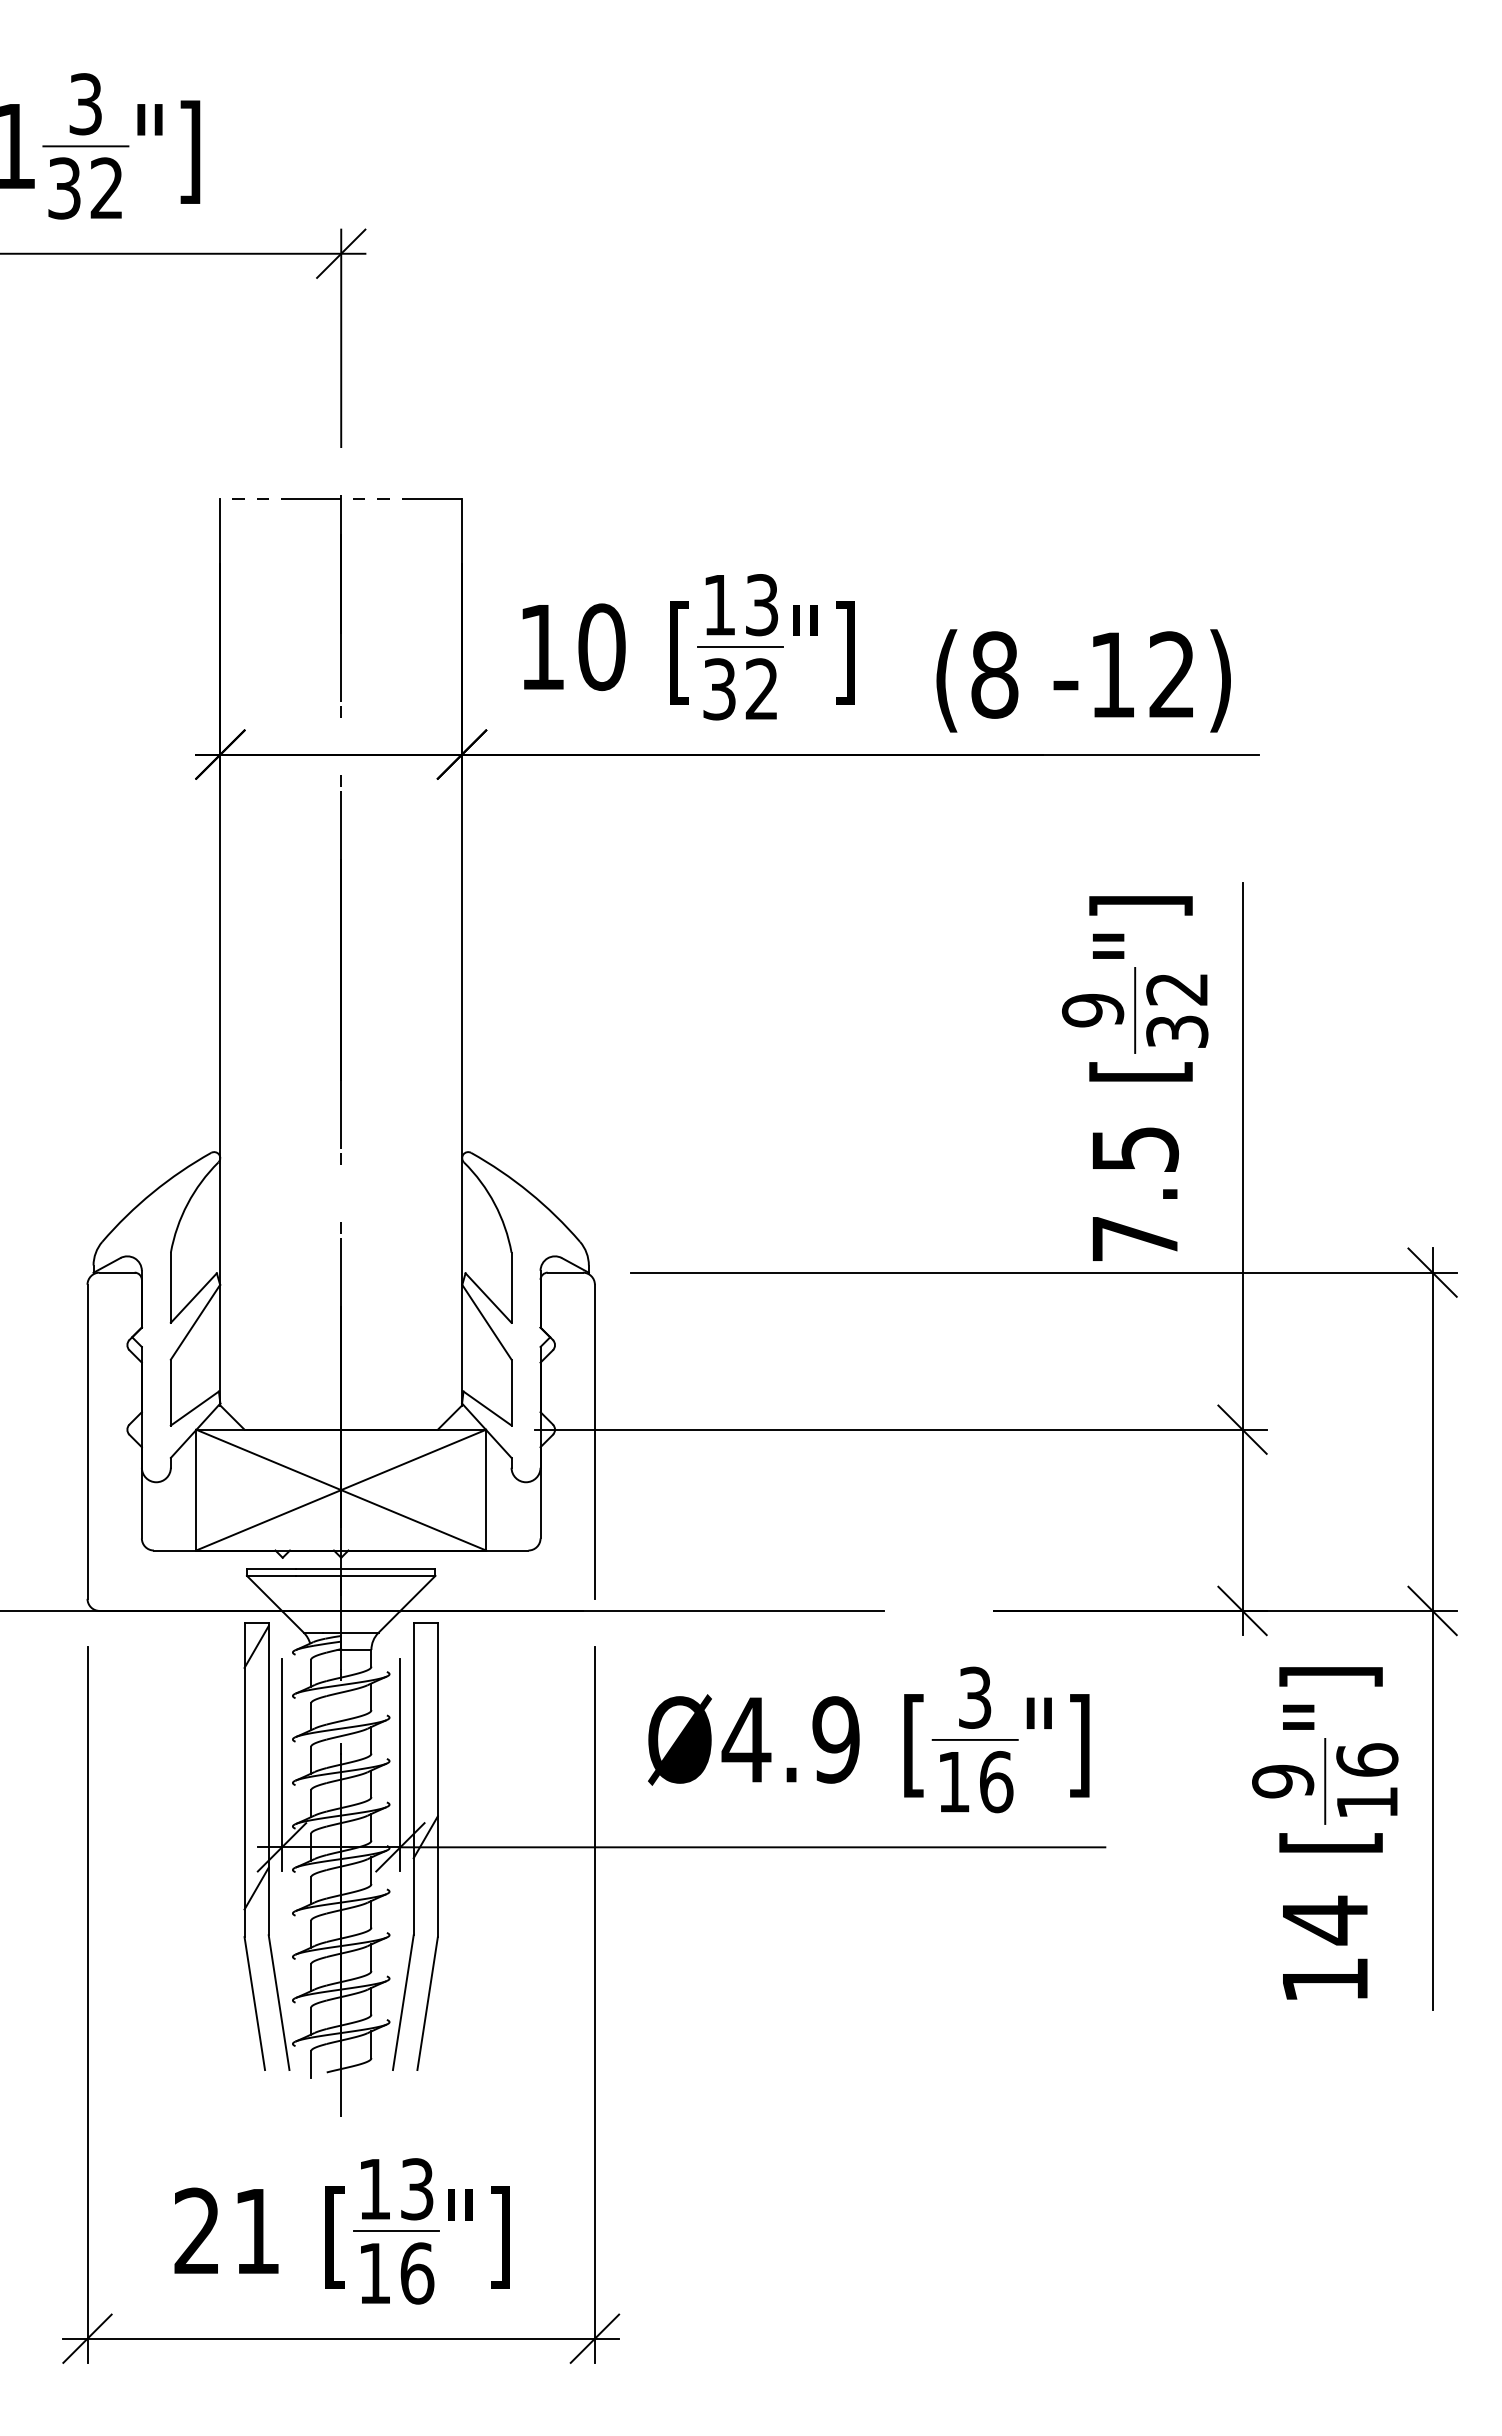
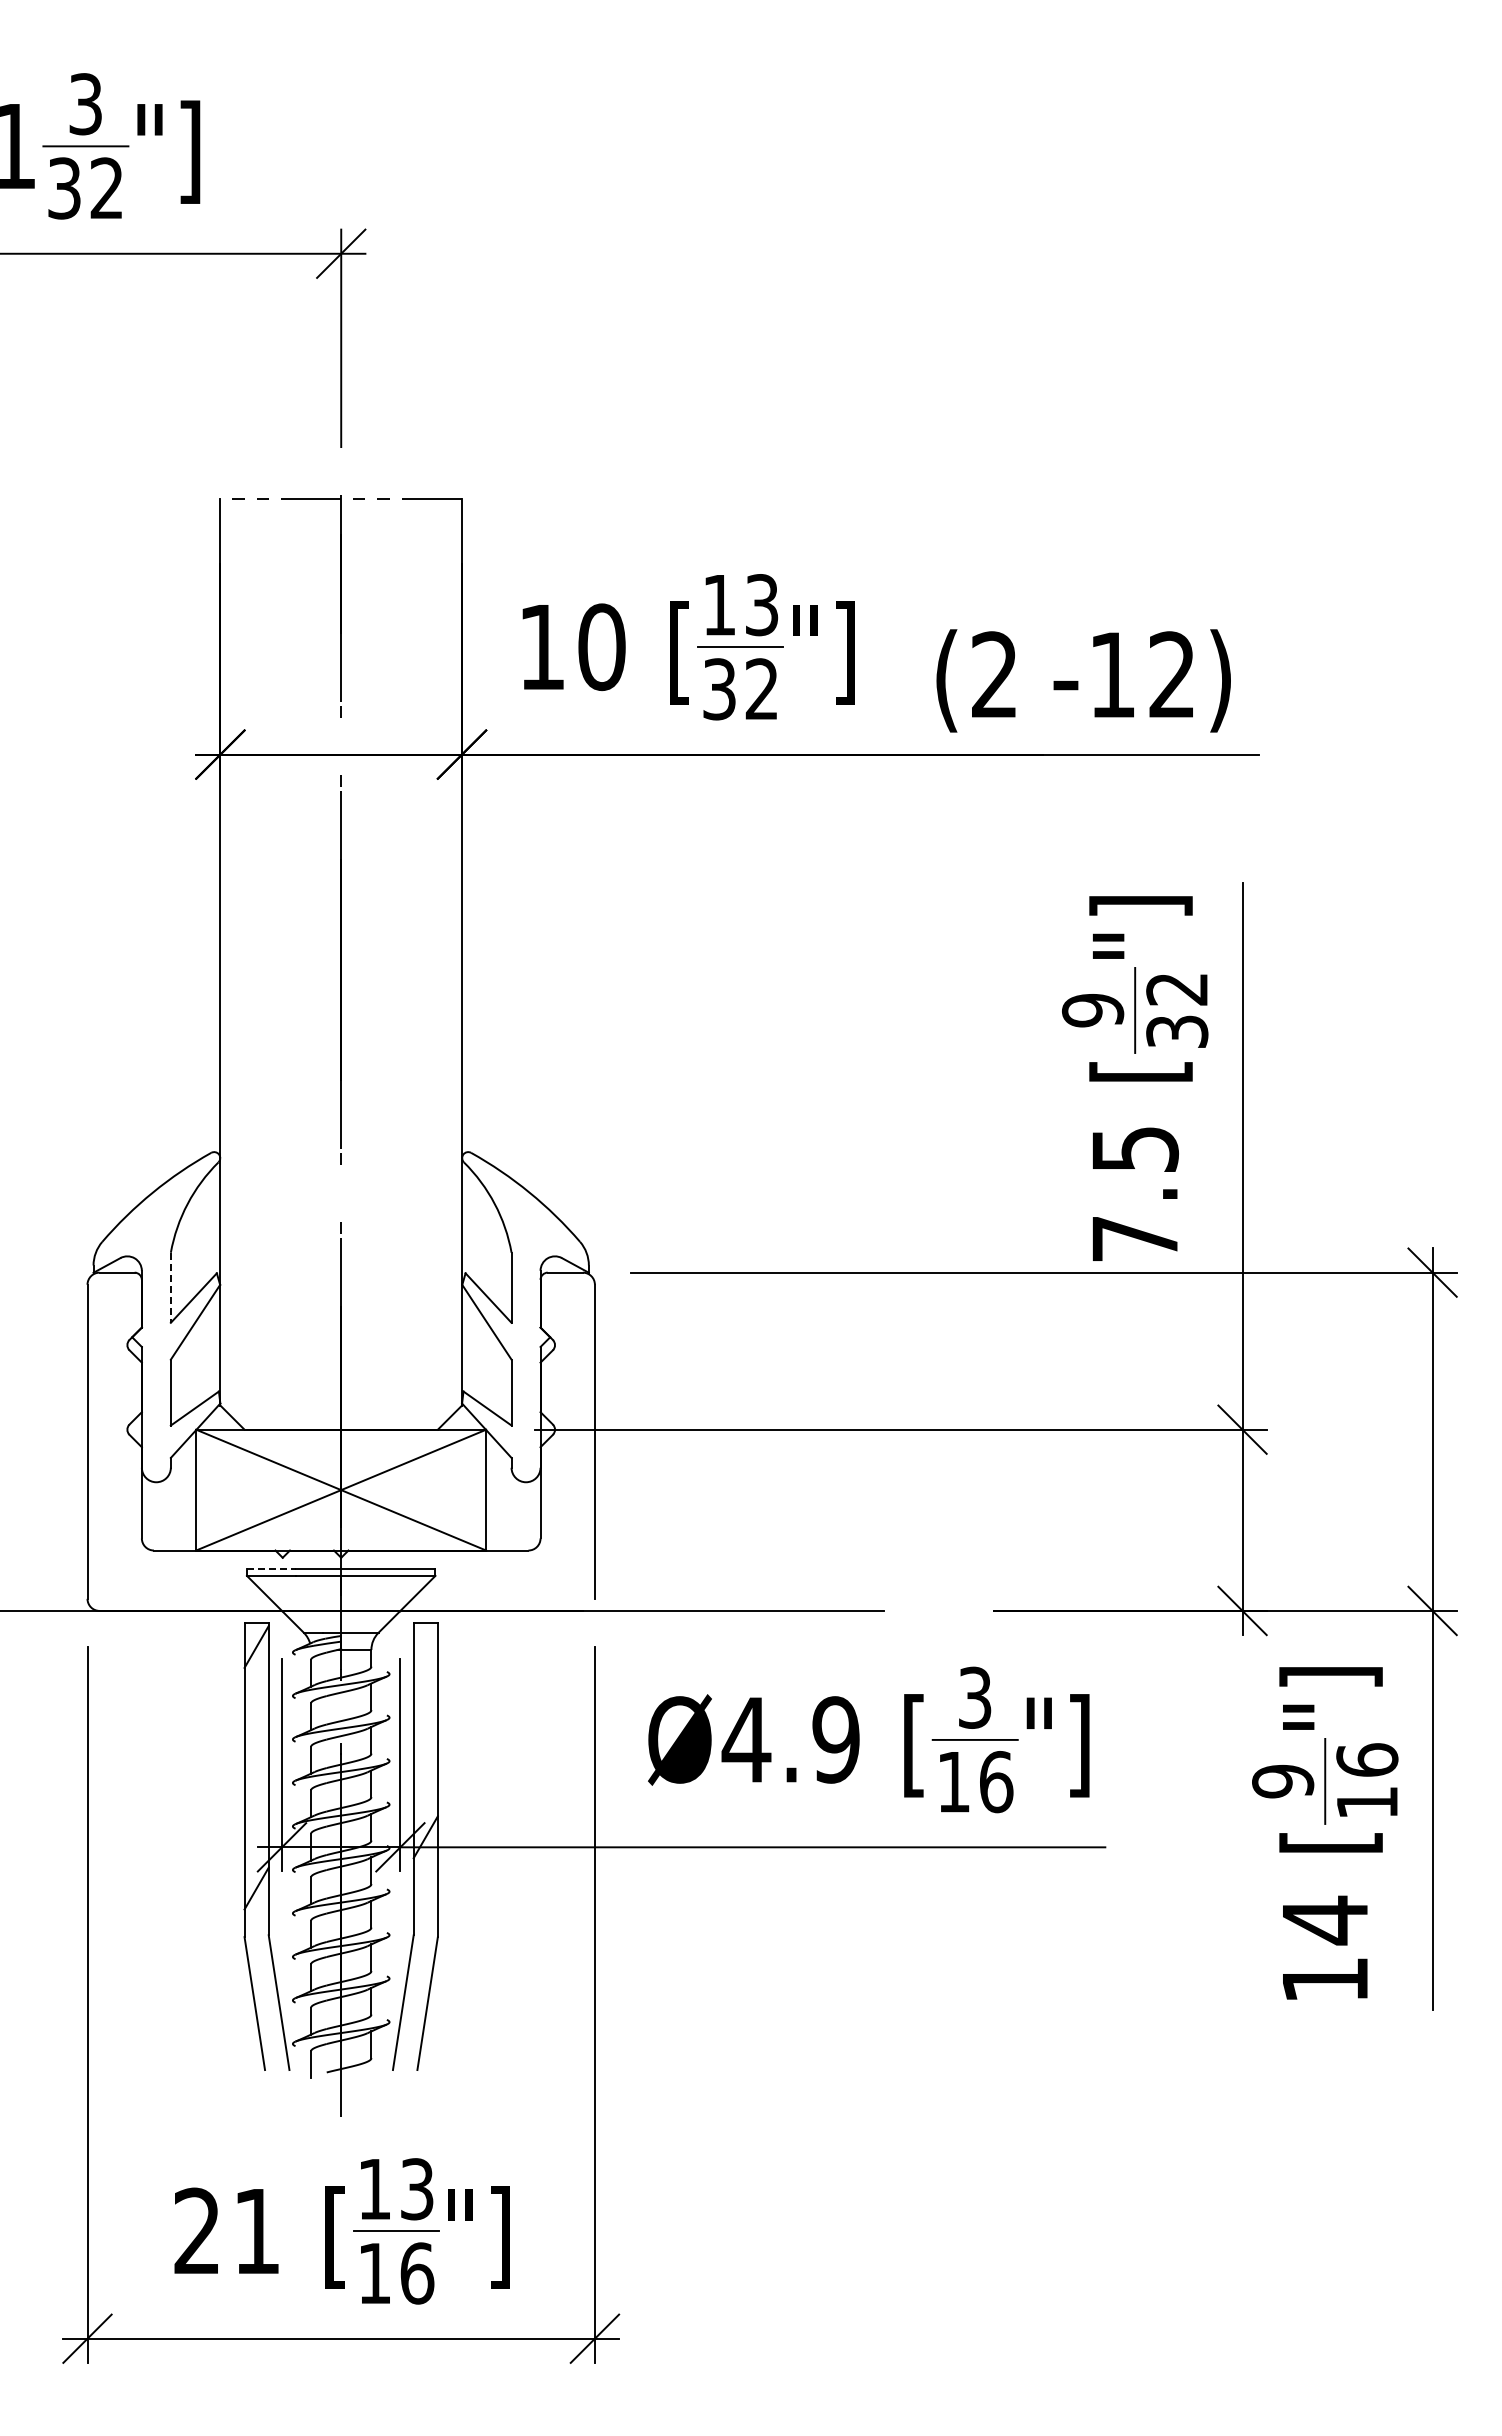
text at (994, 674): (8 -> (2
line at (170, 1288): solid -> dashed
line at (271, 1569): solid -> dashed
